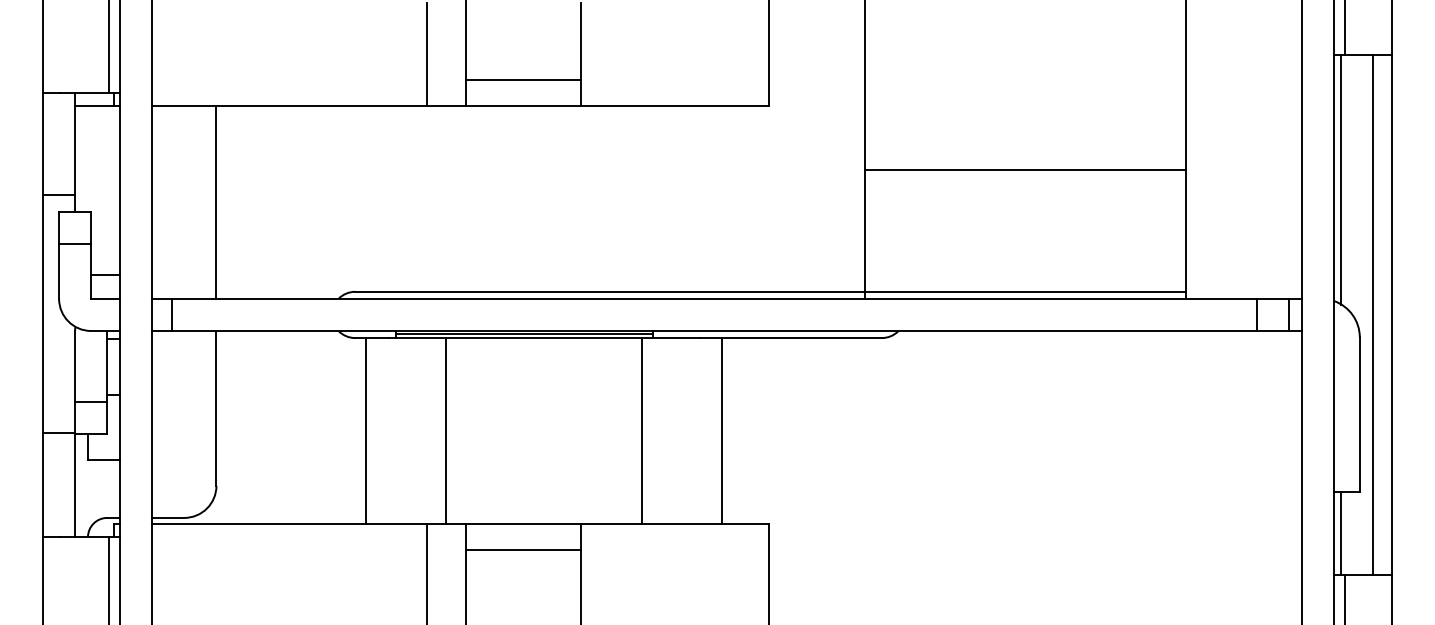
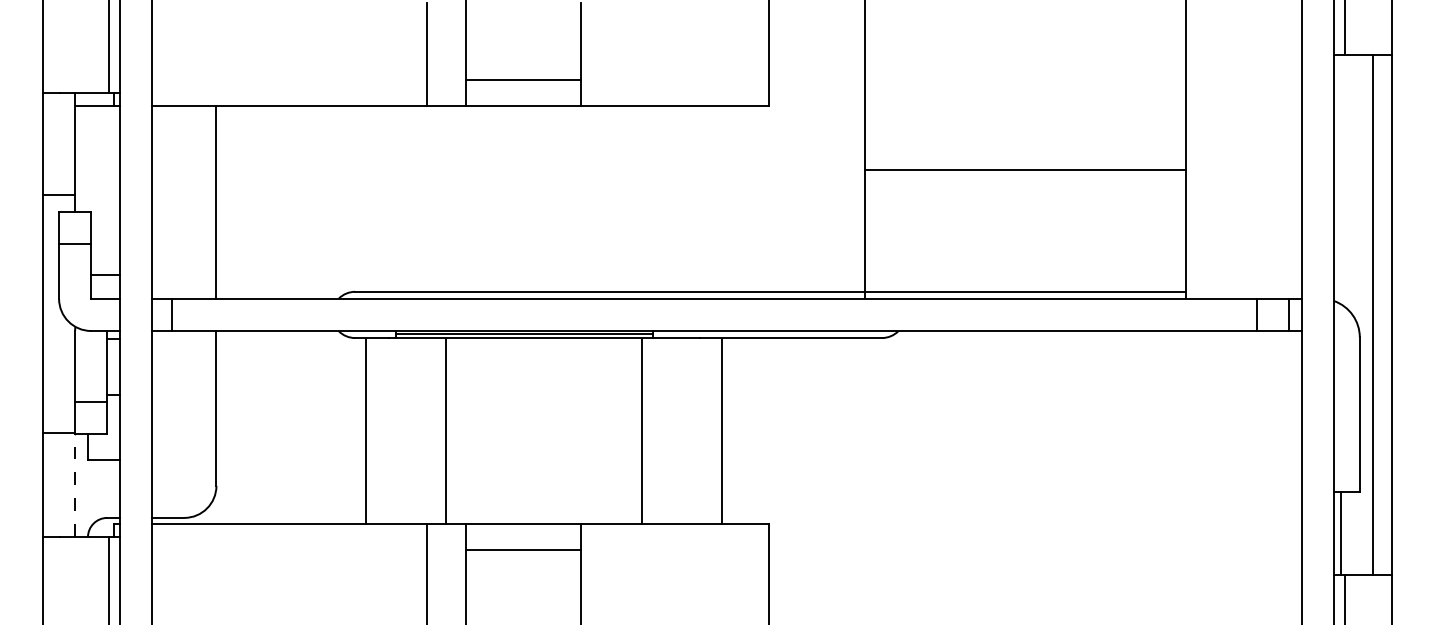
line at (1340, 179): present -> none
line at (75, 484): solid -> dashed
